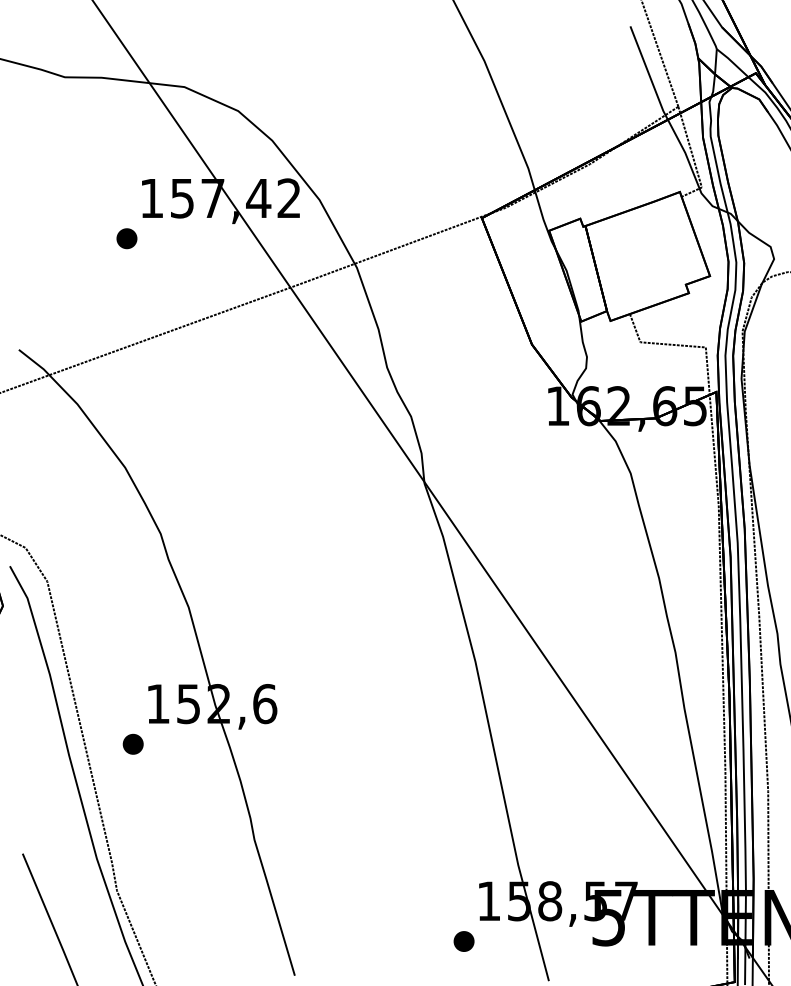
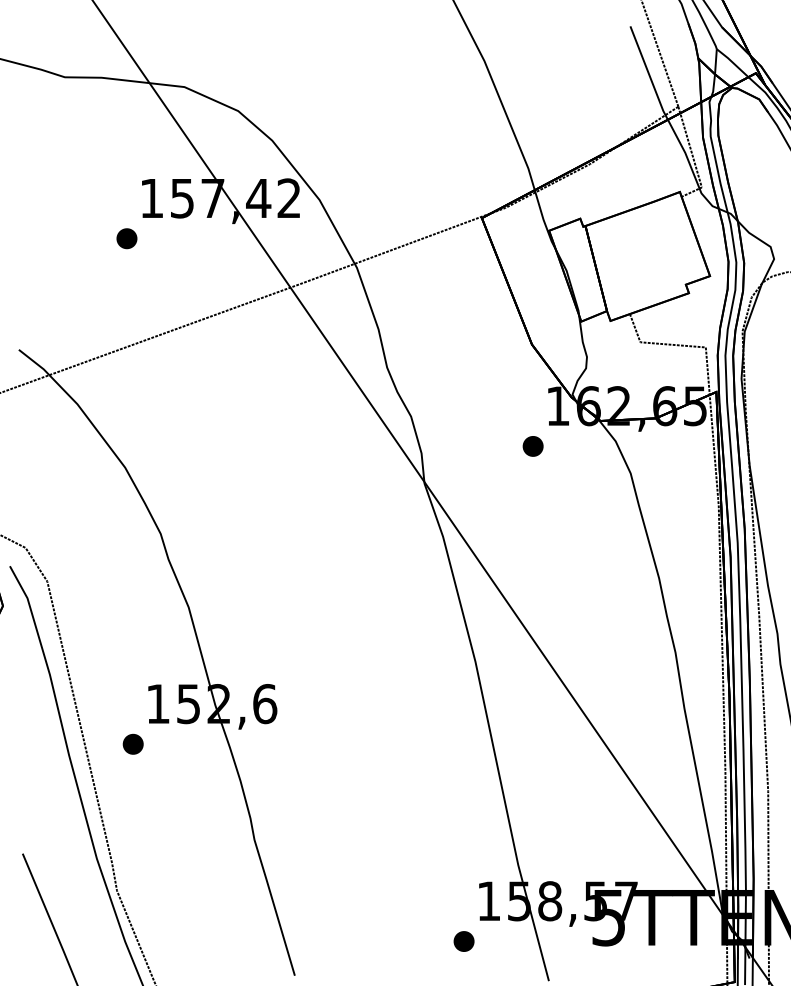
part at (532, 446): none -> present
